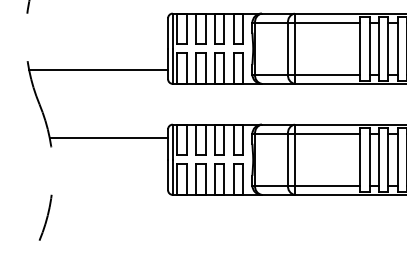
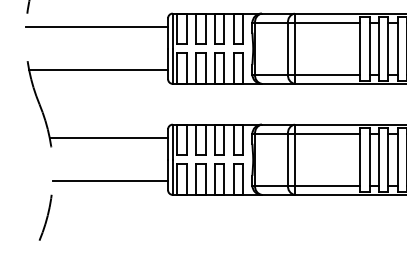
line at (97, 27): none -> present
line at (110, 181): none -> present
